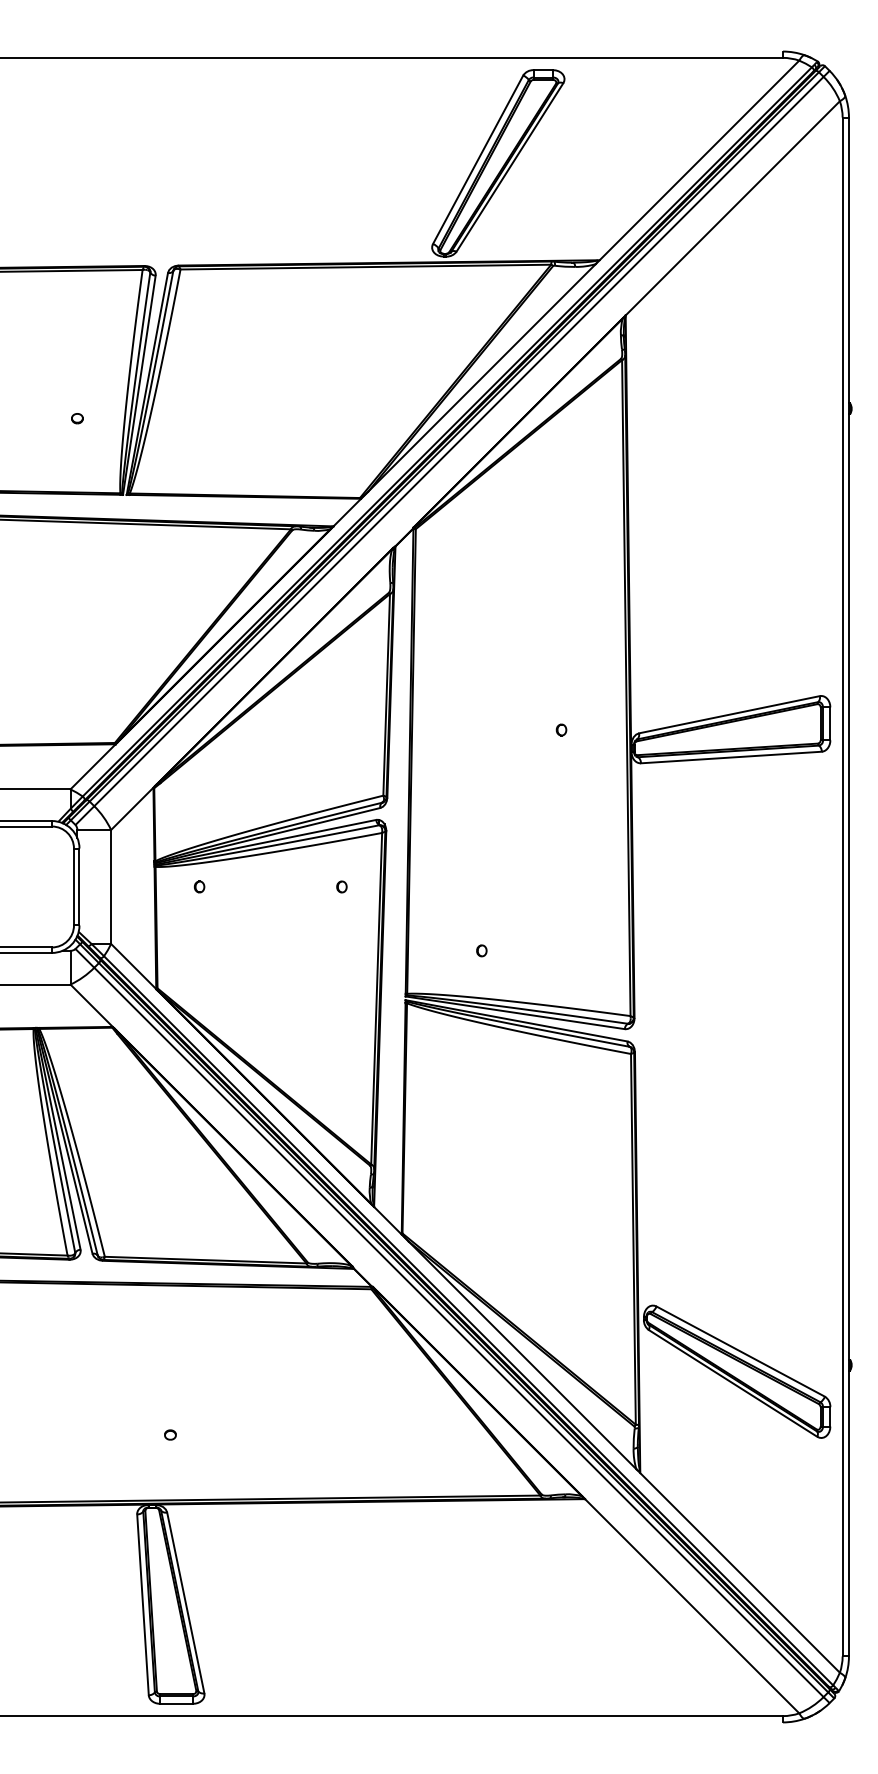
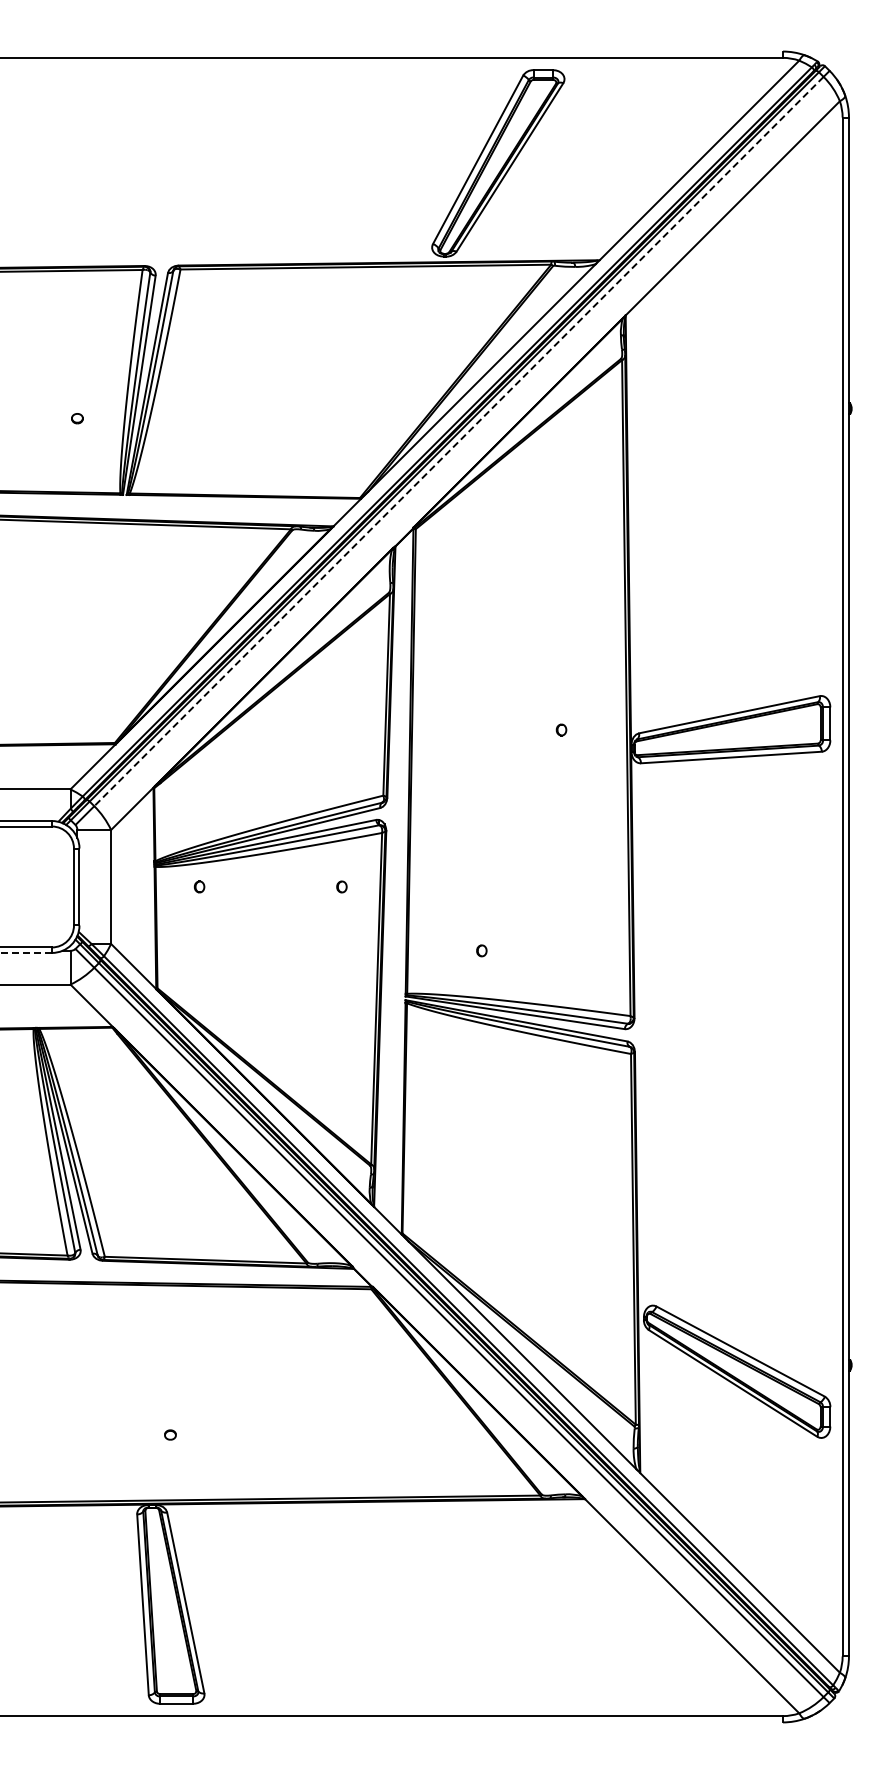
line at (458, 441): solid -> dashed
line at (26, 952): solid -> dashed
